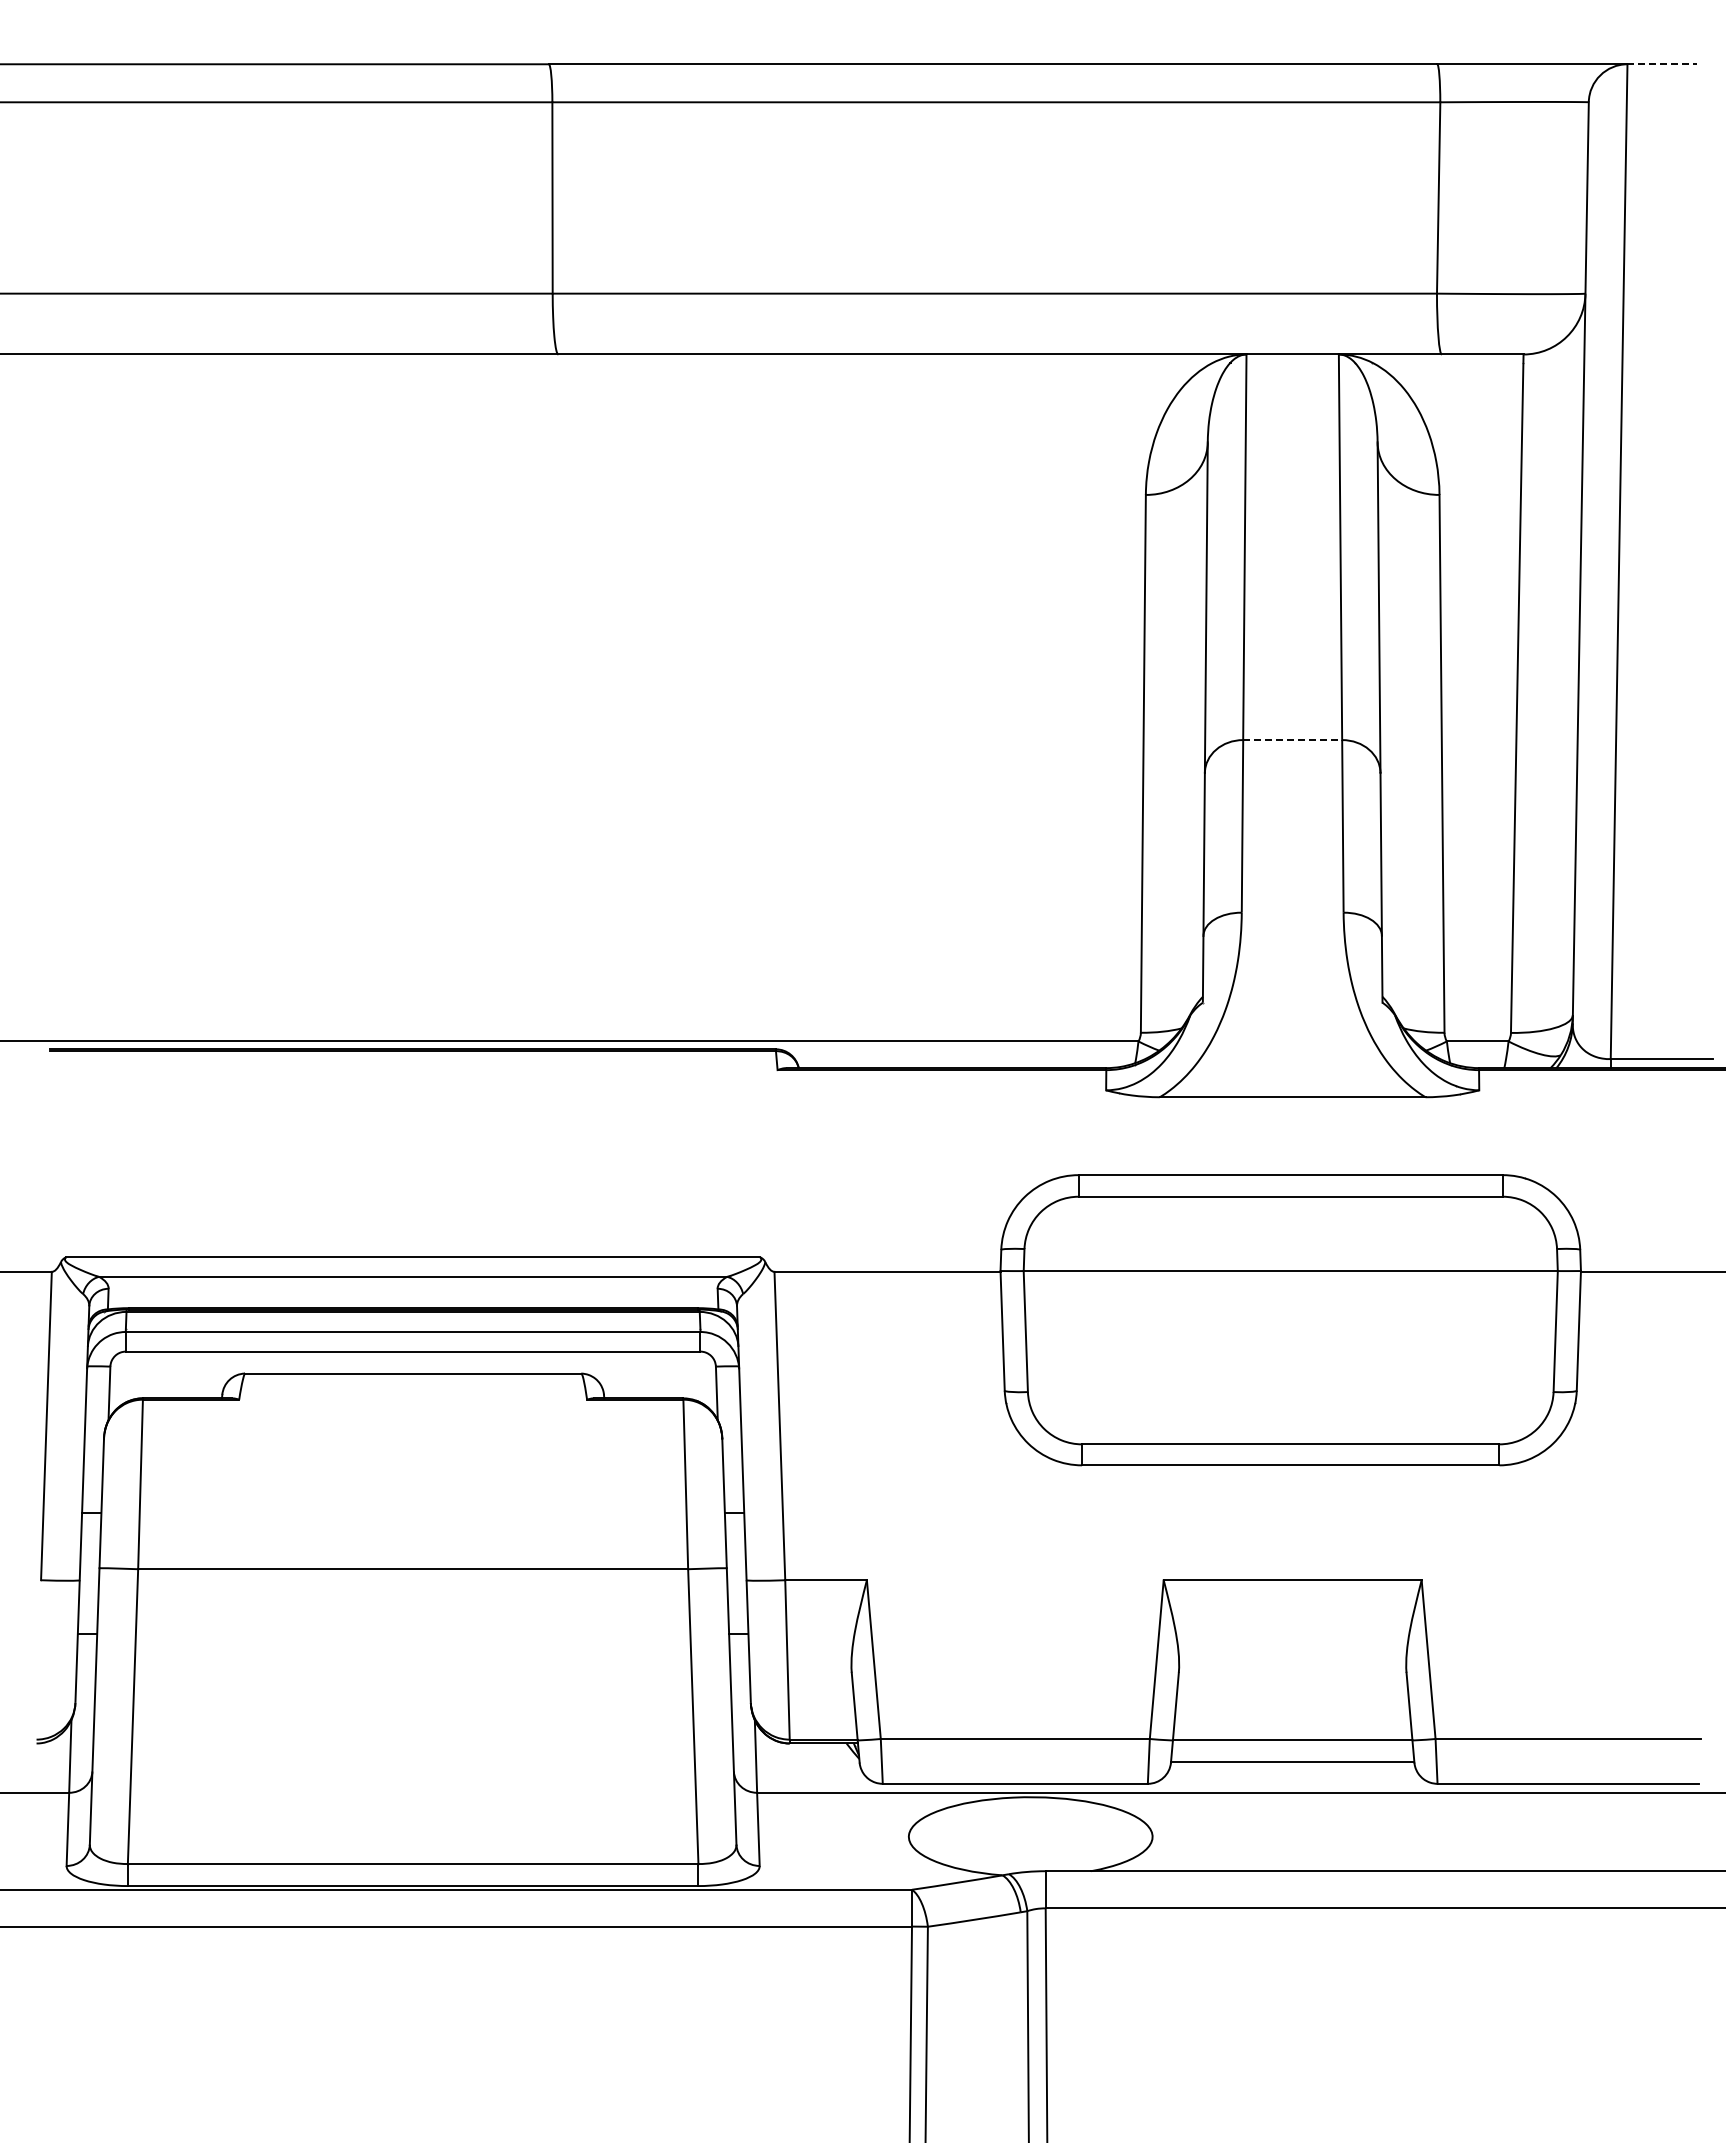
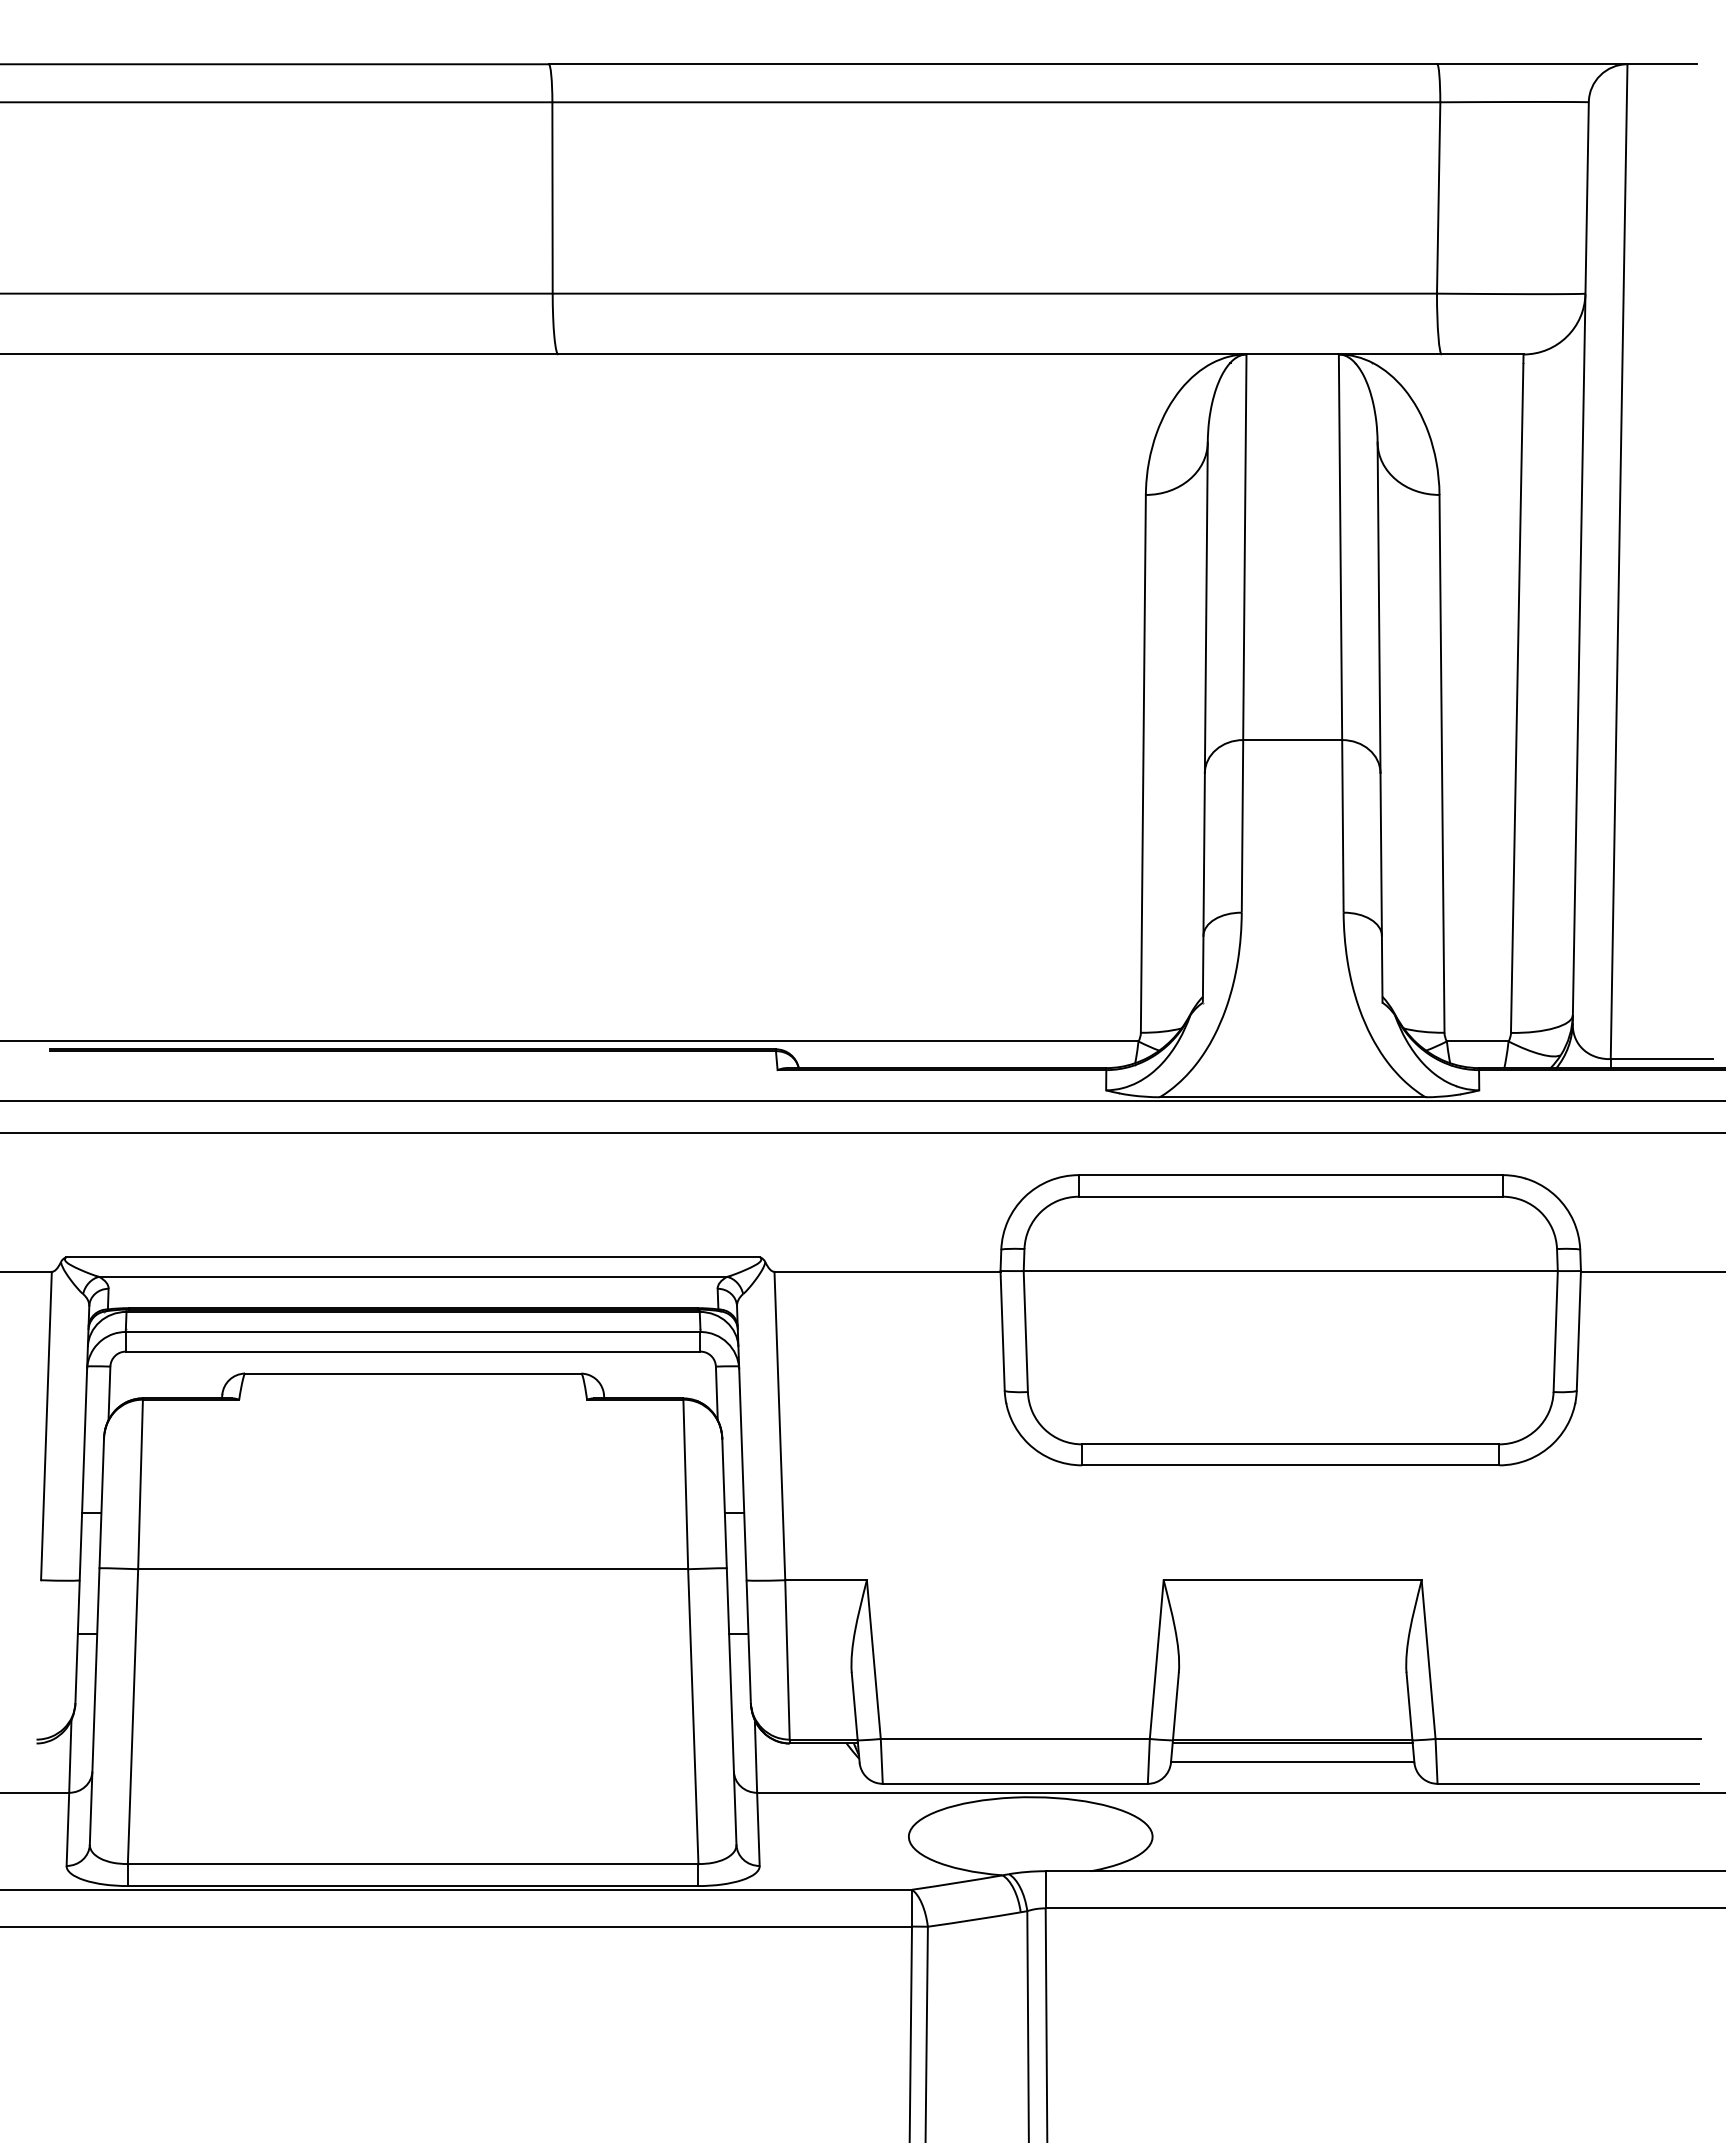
line at (1662, 64): dashed -> solid
line at (1293, 740): dashed -> solid
line at (862, 1100): none -> present
line at (862, 1132): none -> present
line at (1292, 1743): none -> present
